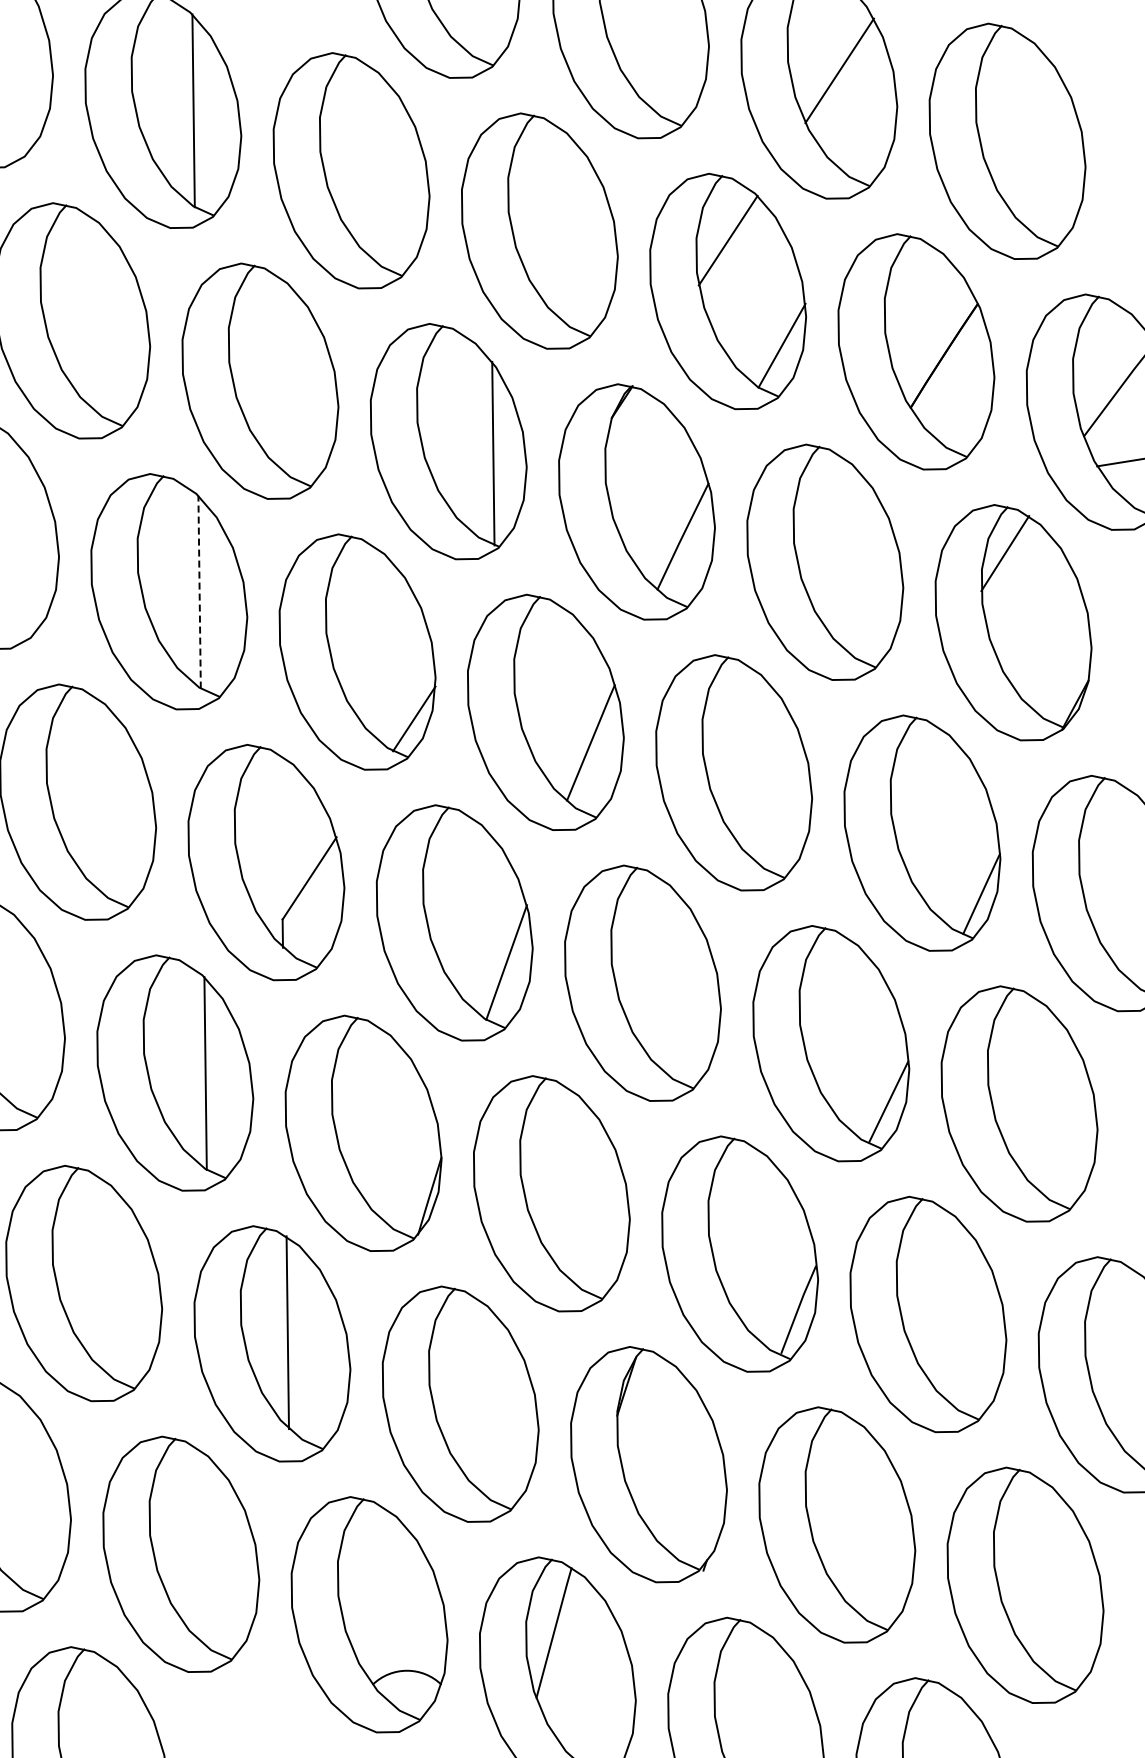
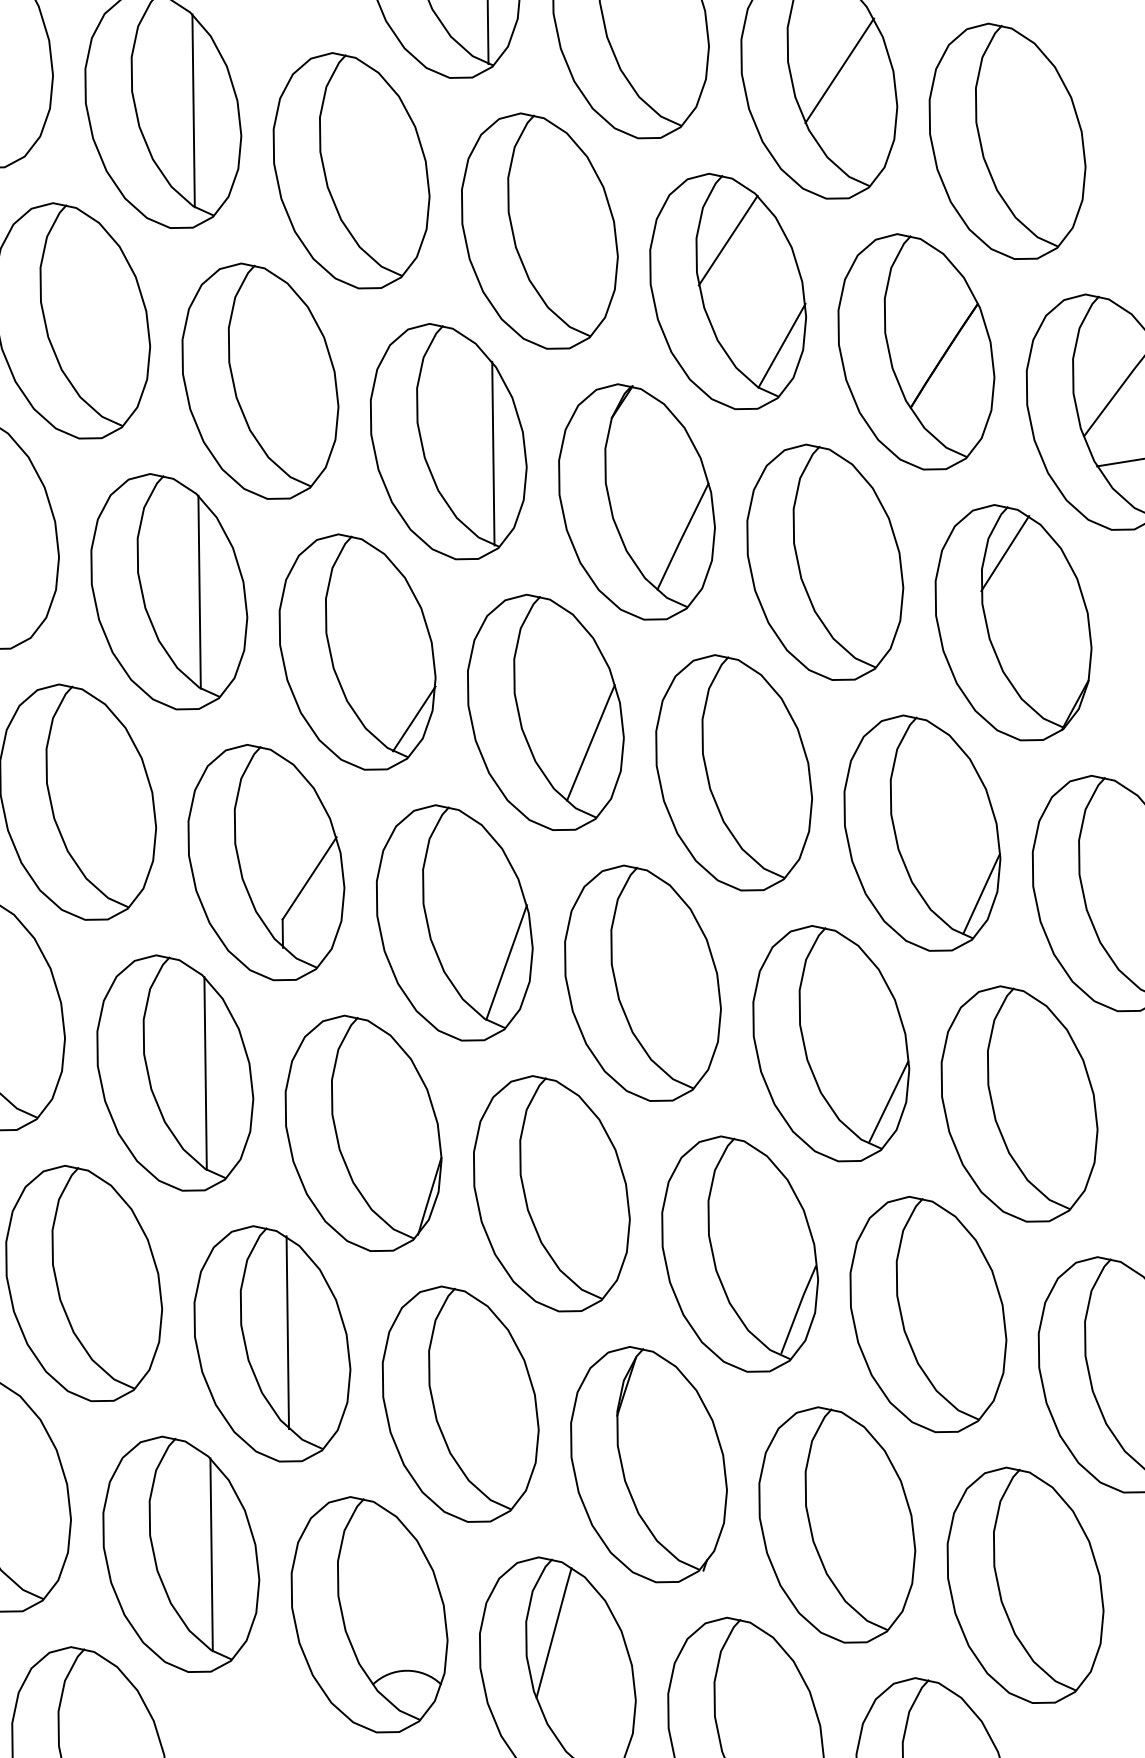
line at (487, 33): none -> present
line at (199, 591): dashed -> solid
line at (211, 1554): none -> present
